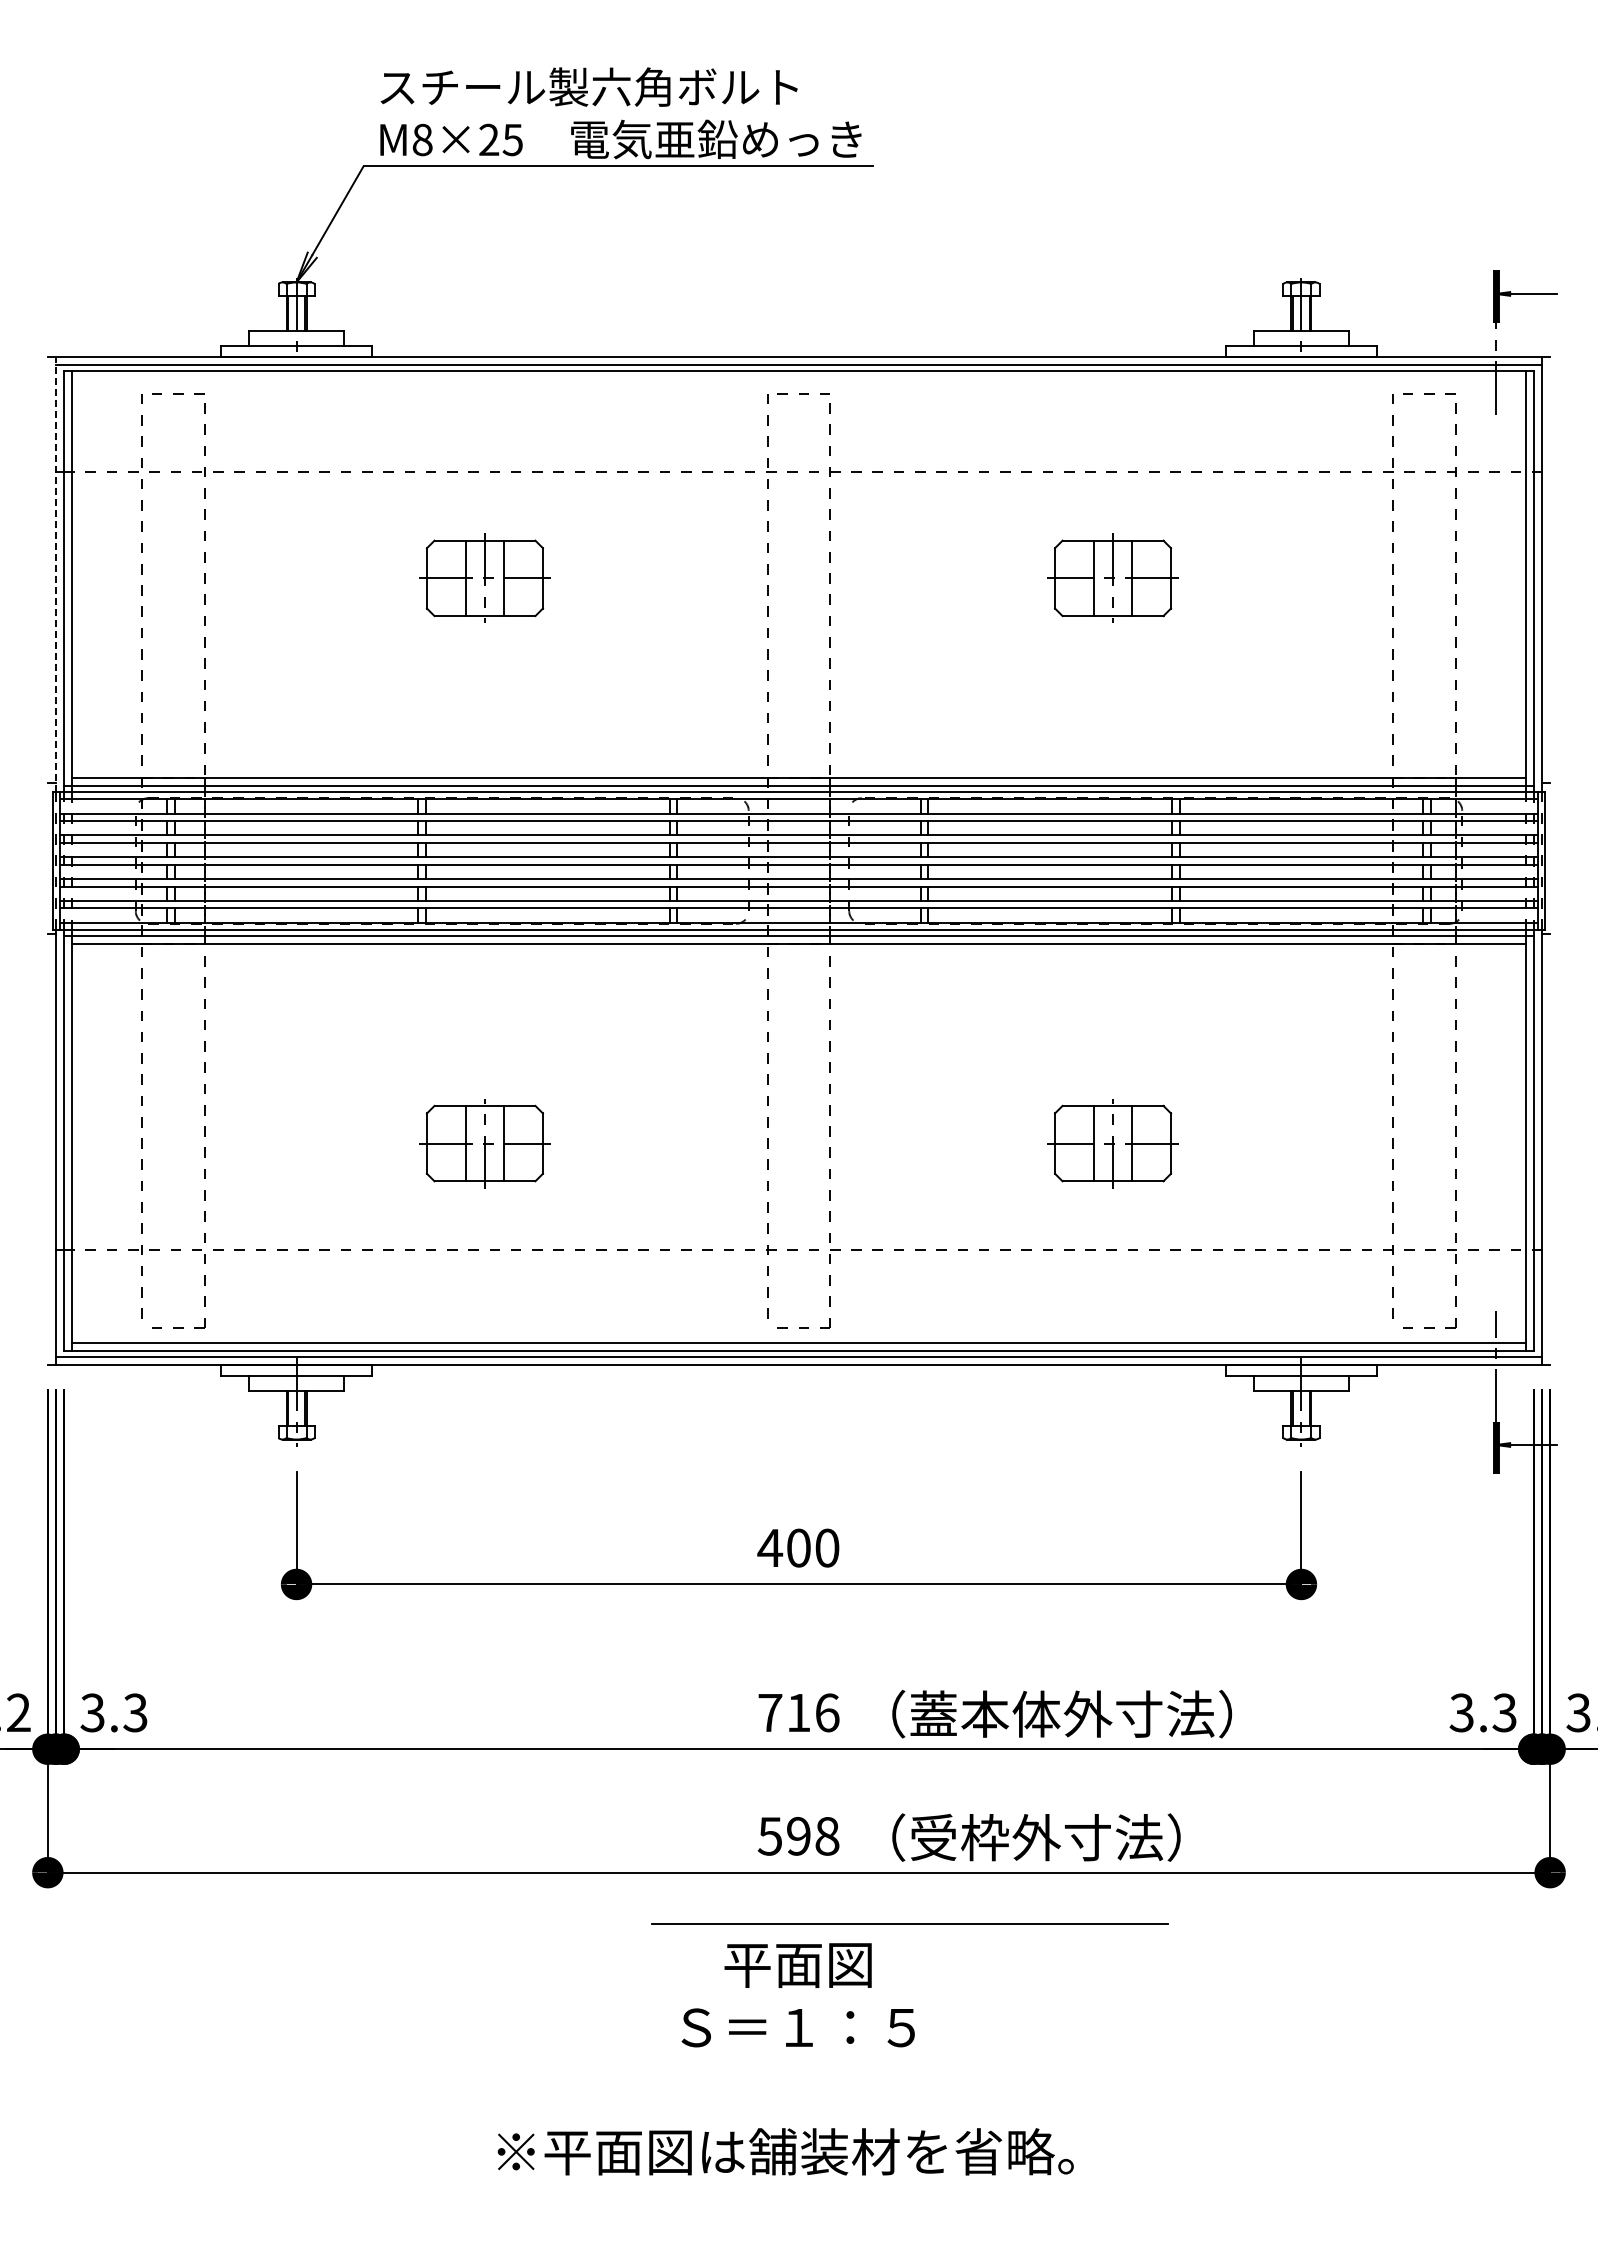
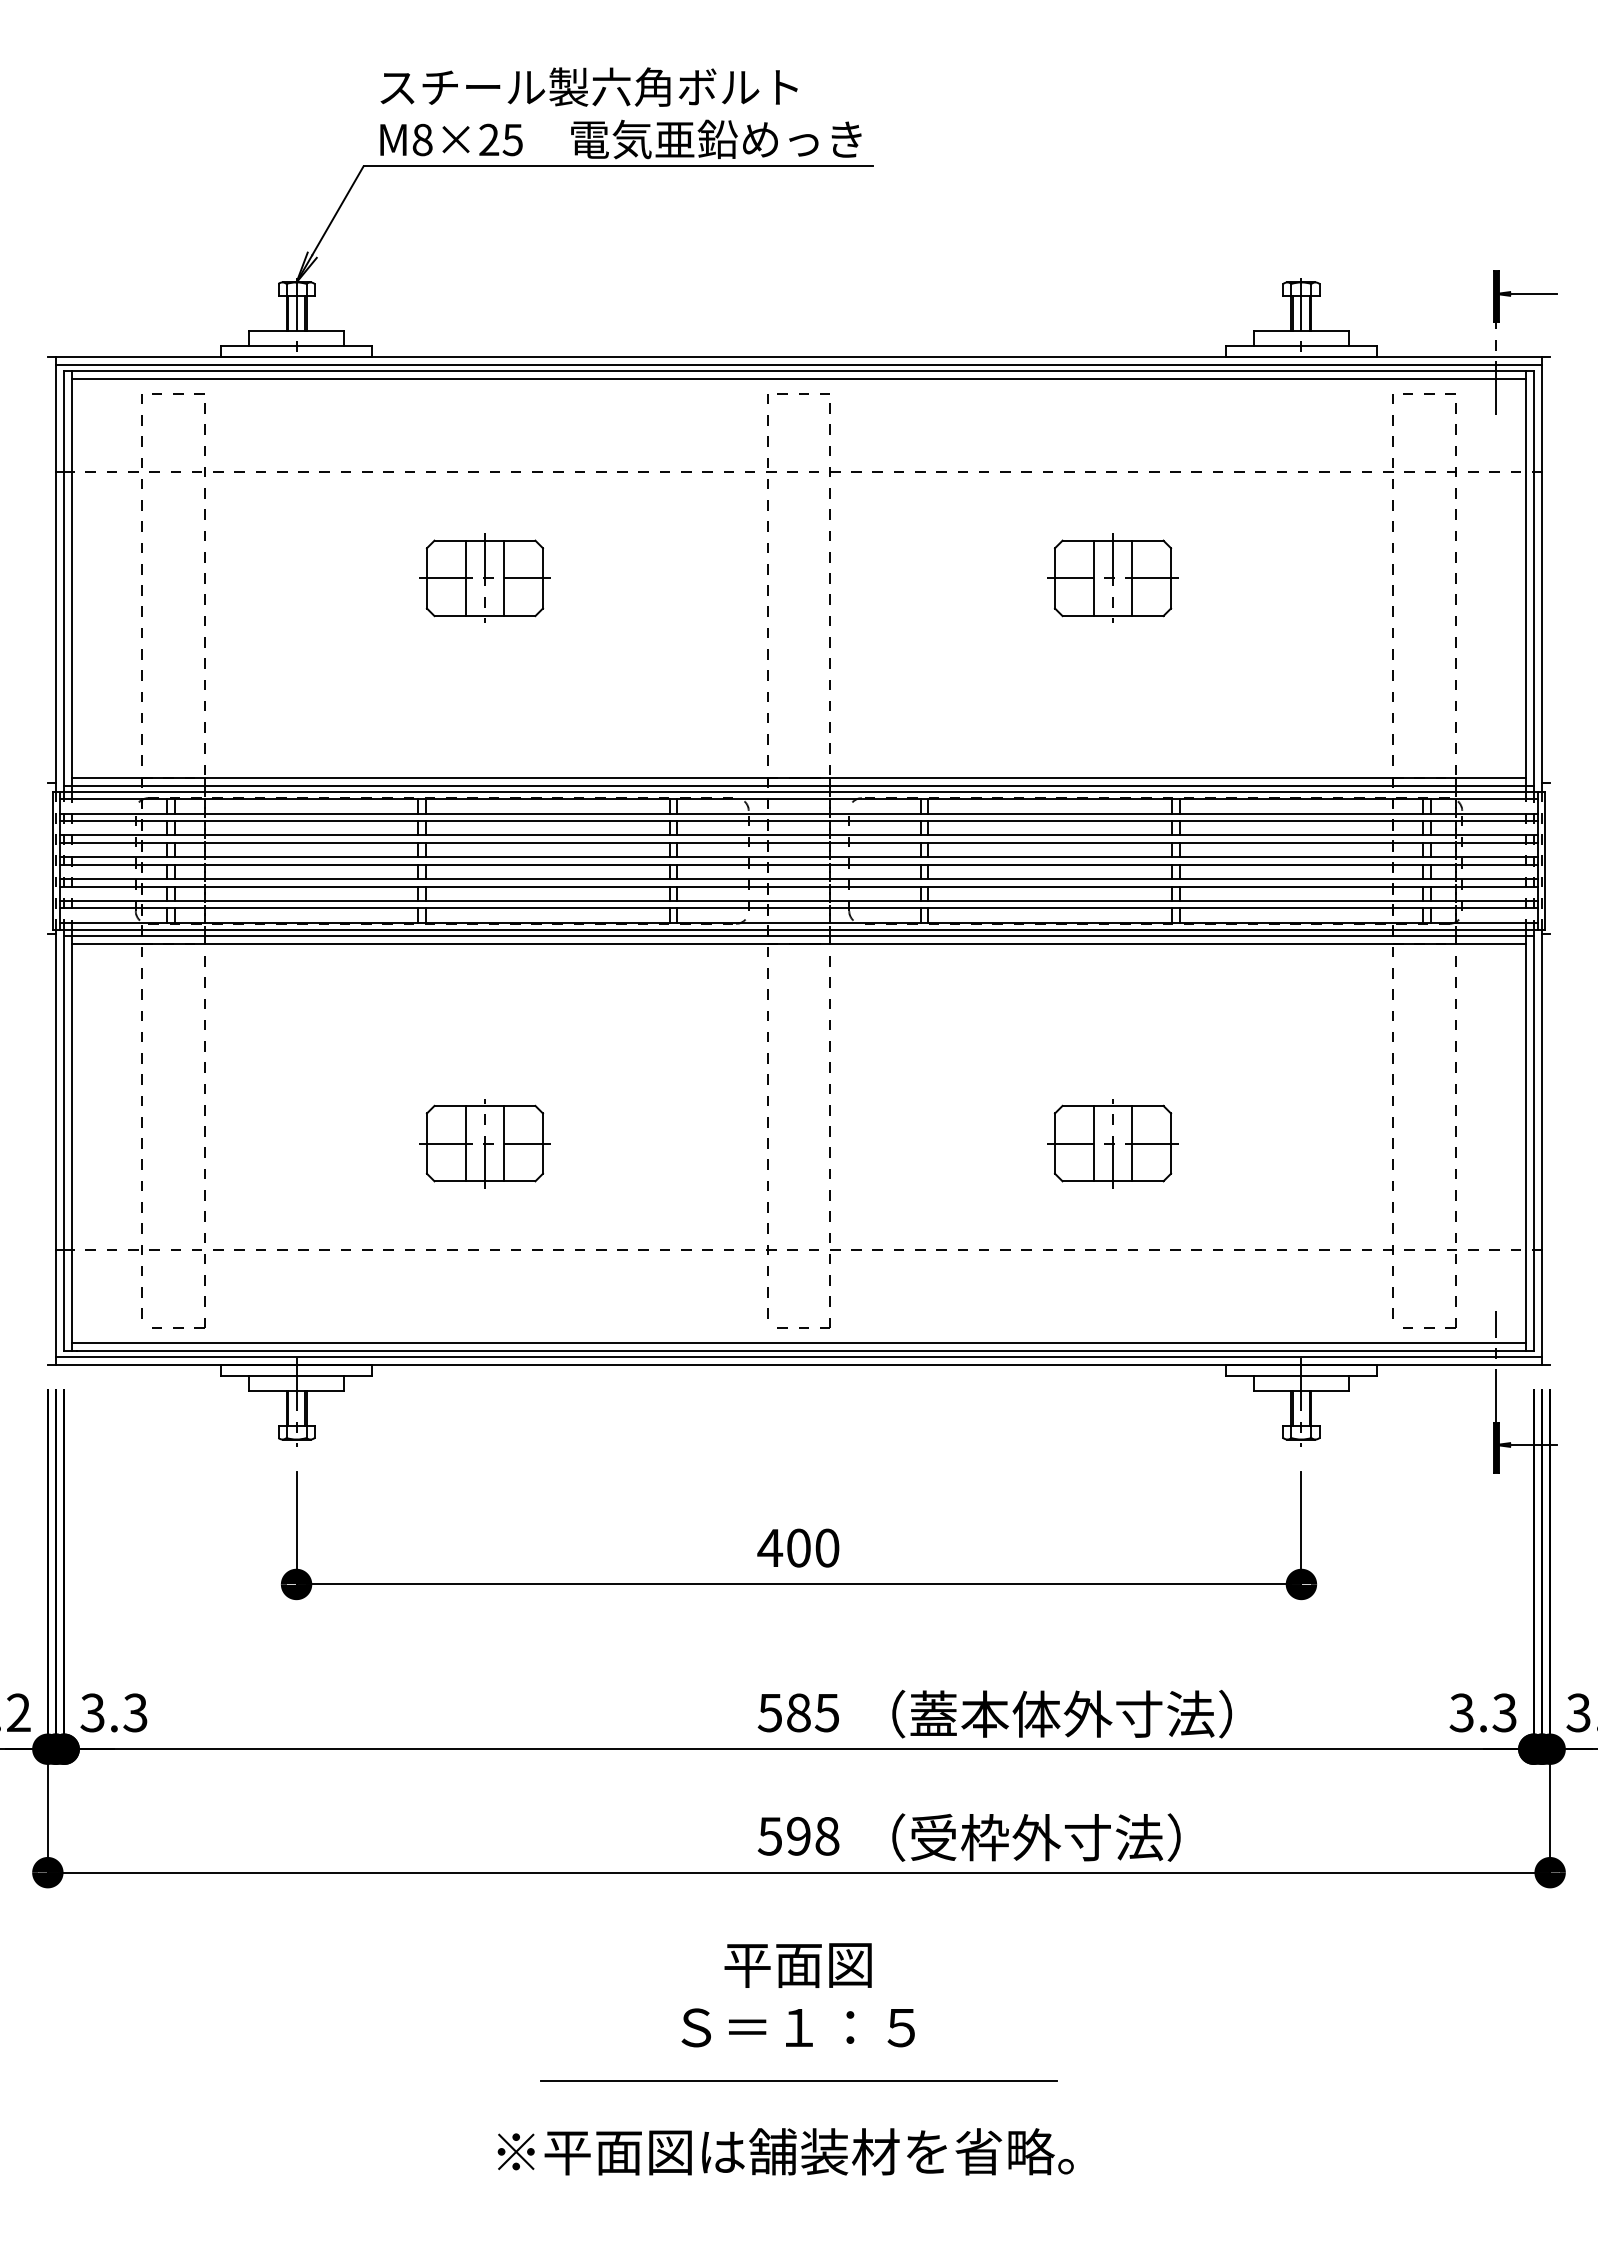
line at (798, 379): none -> present
line at (55, 573): dashed -> solid
text at (798, 1712): 716 -> 585
line at (909, 1923) position: (909, 1923) -> (798, 2080)
